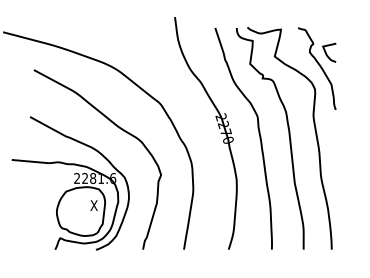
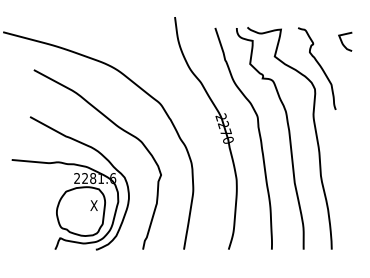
curve at (327, 54) position: (327, 54) -> (343, 43)
